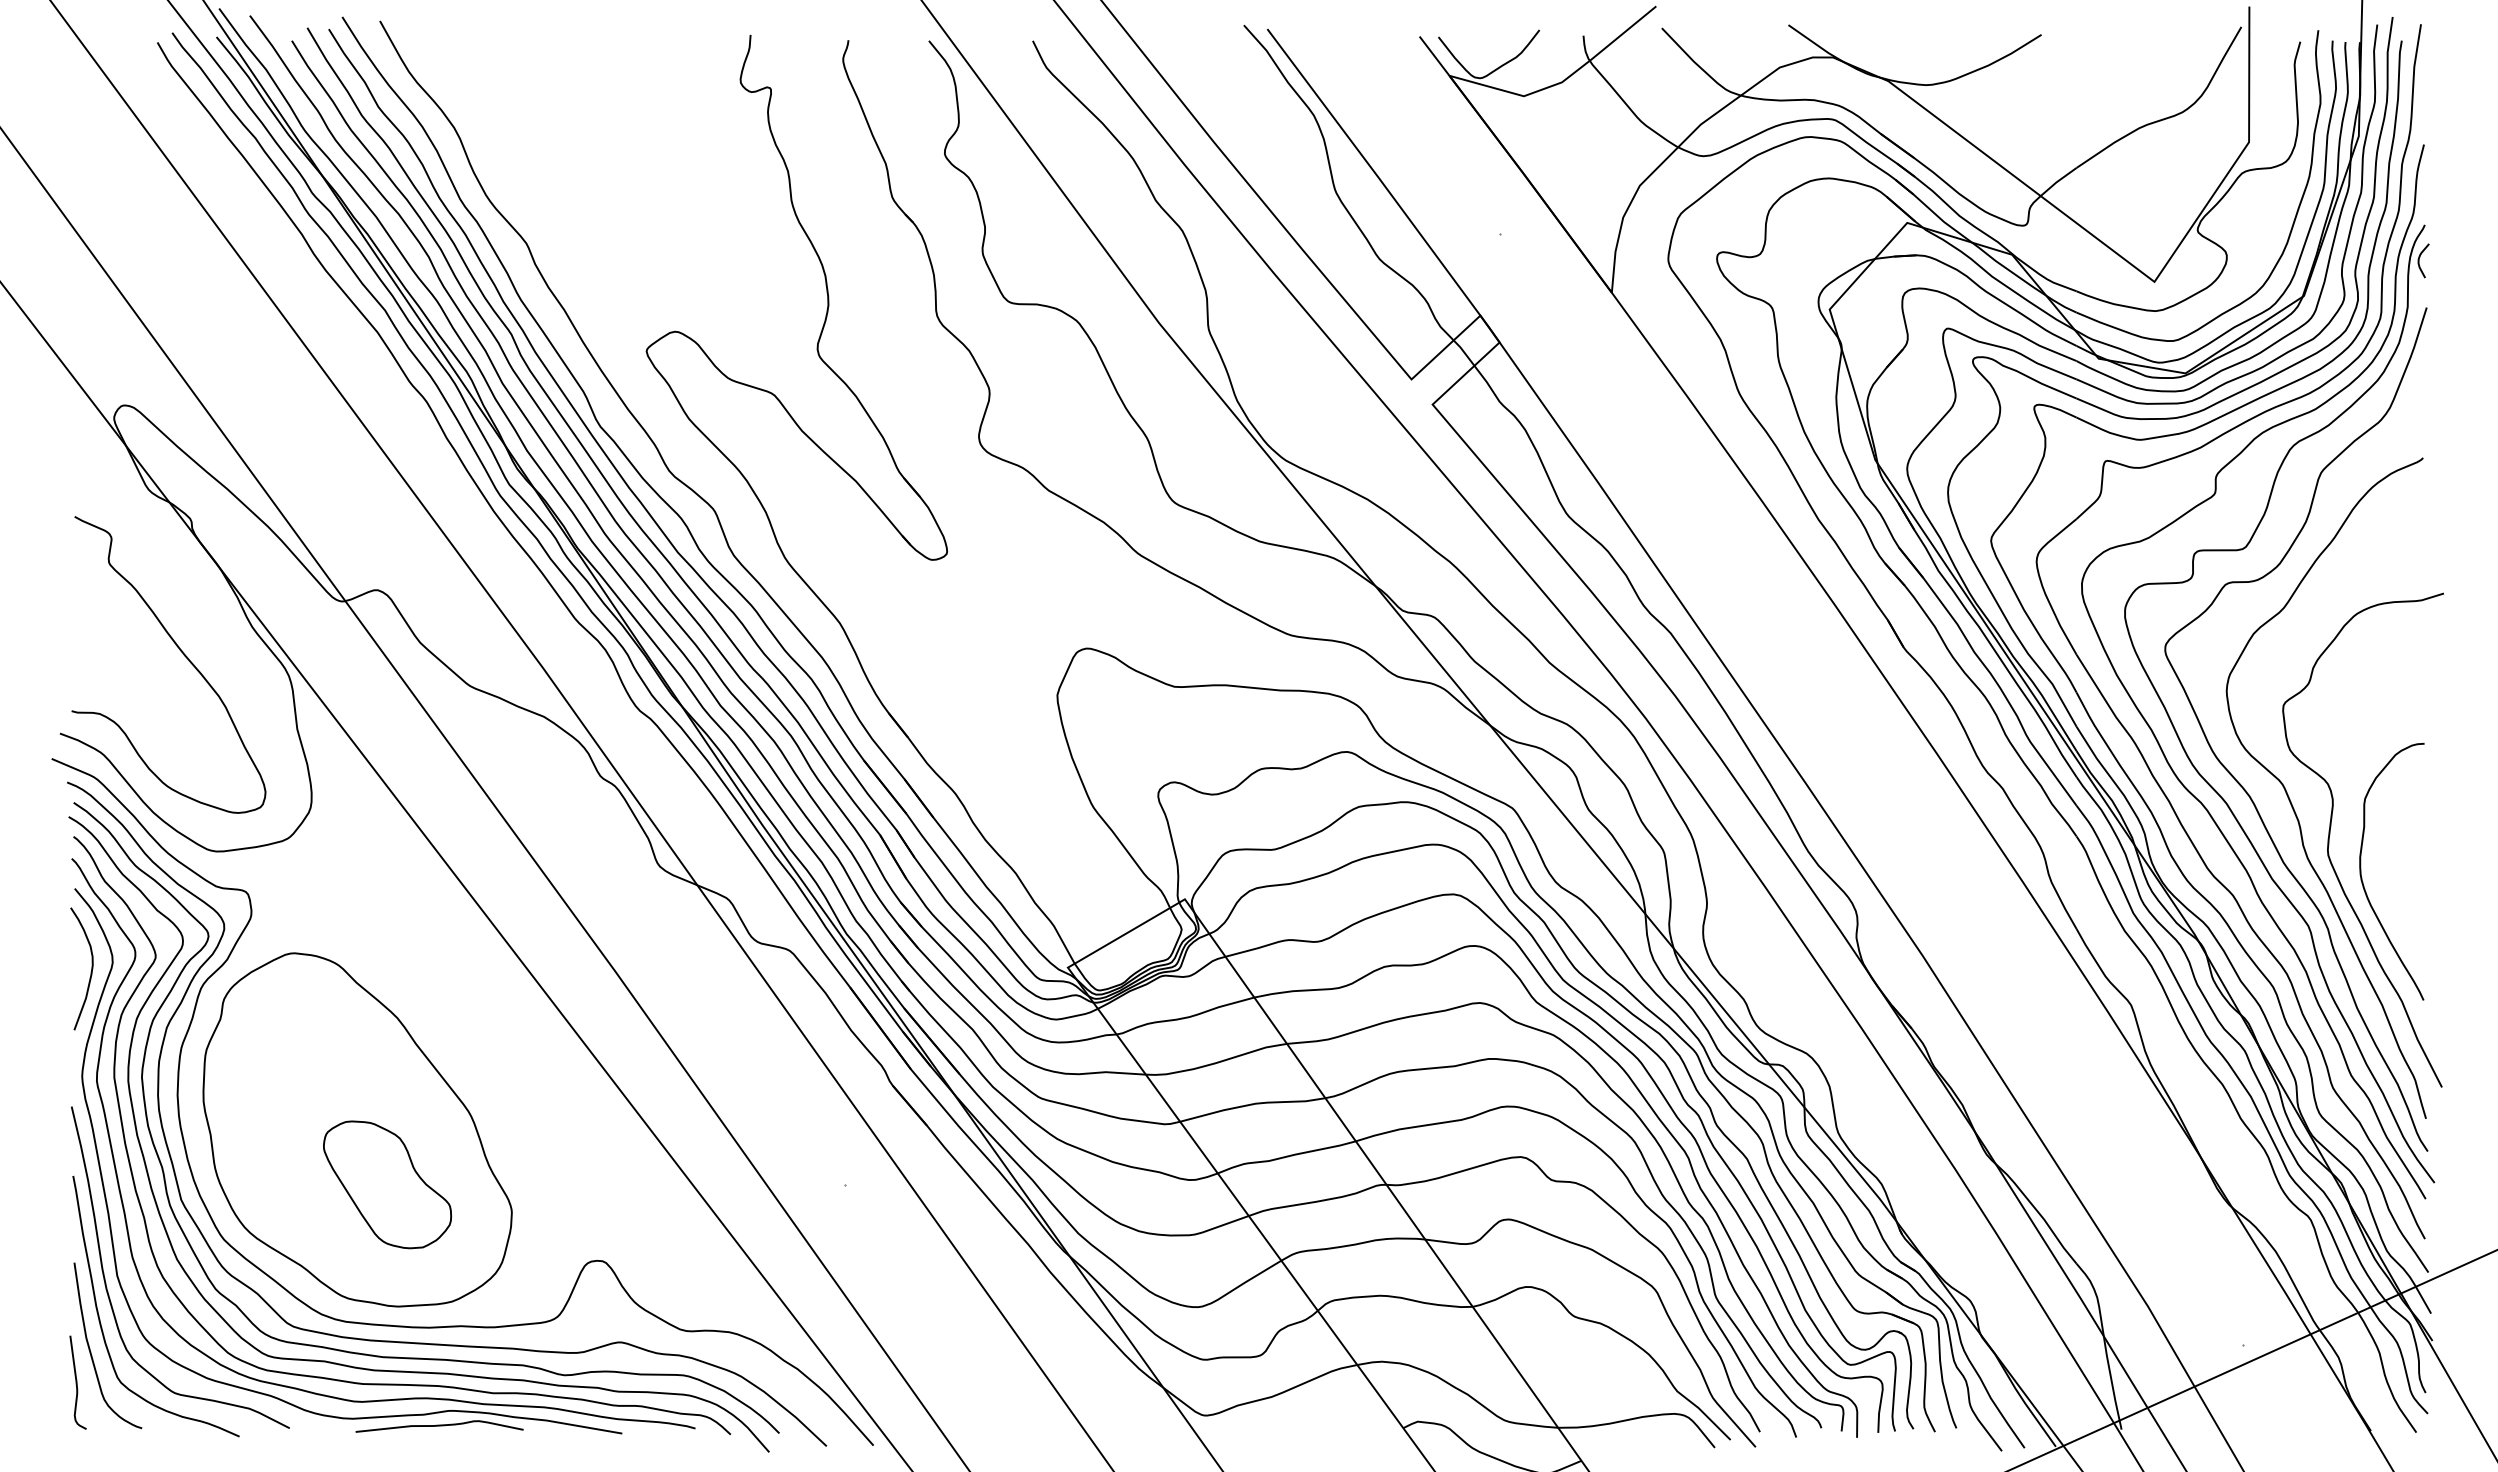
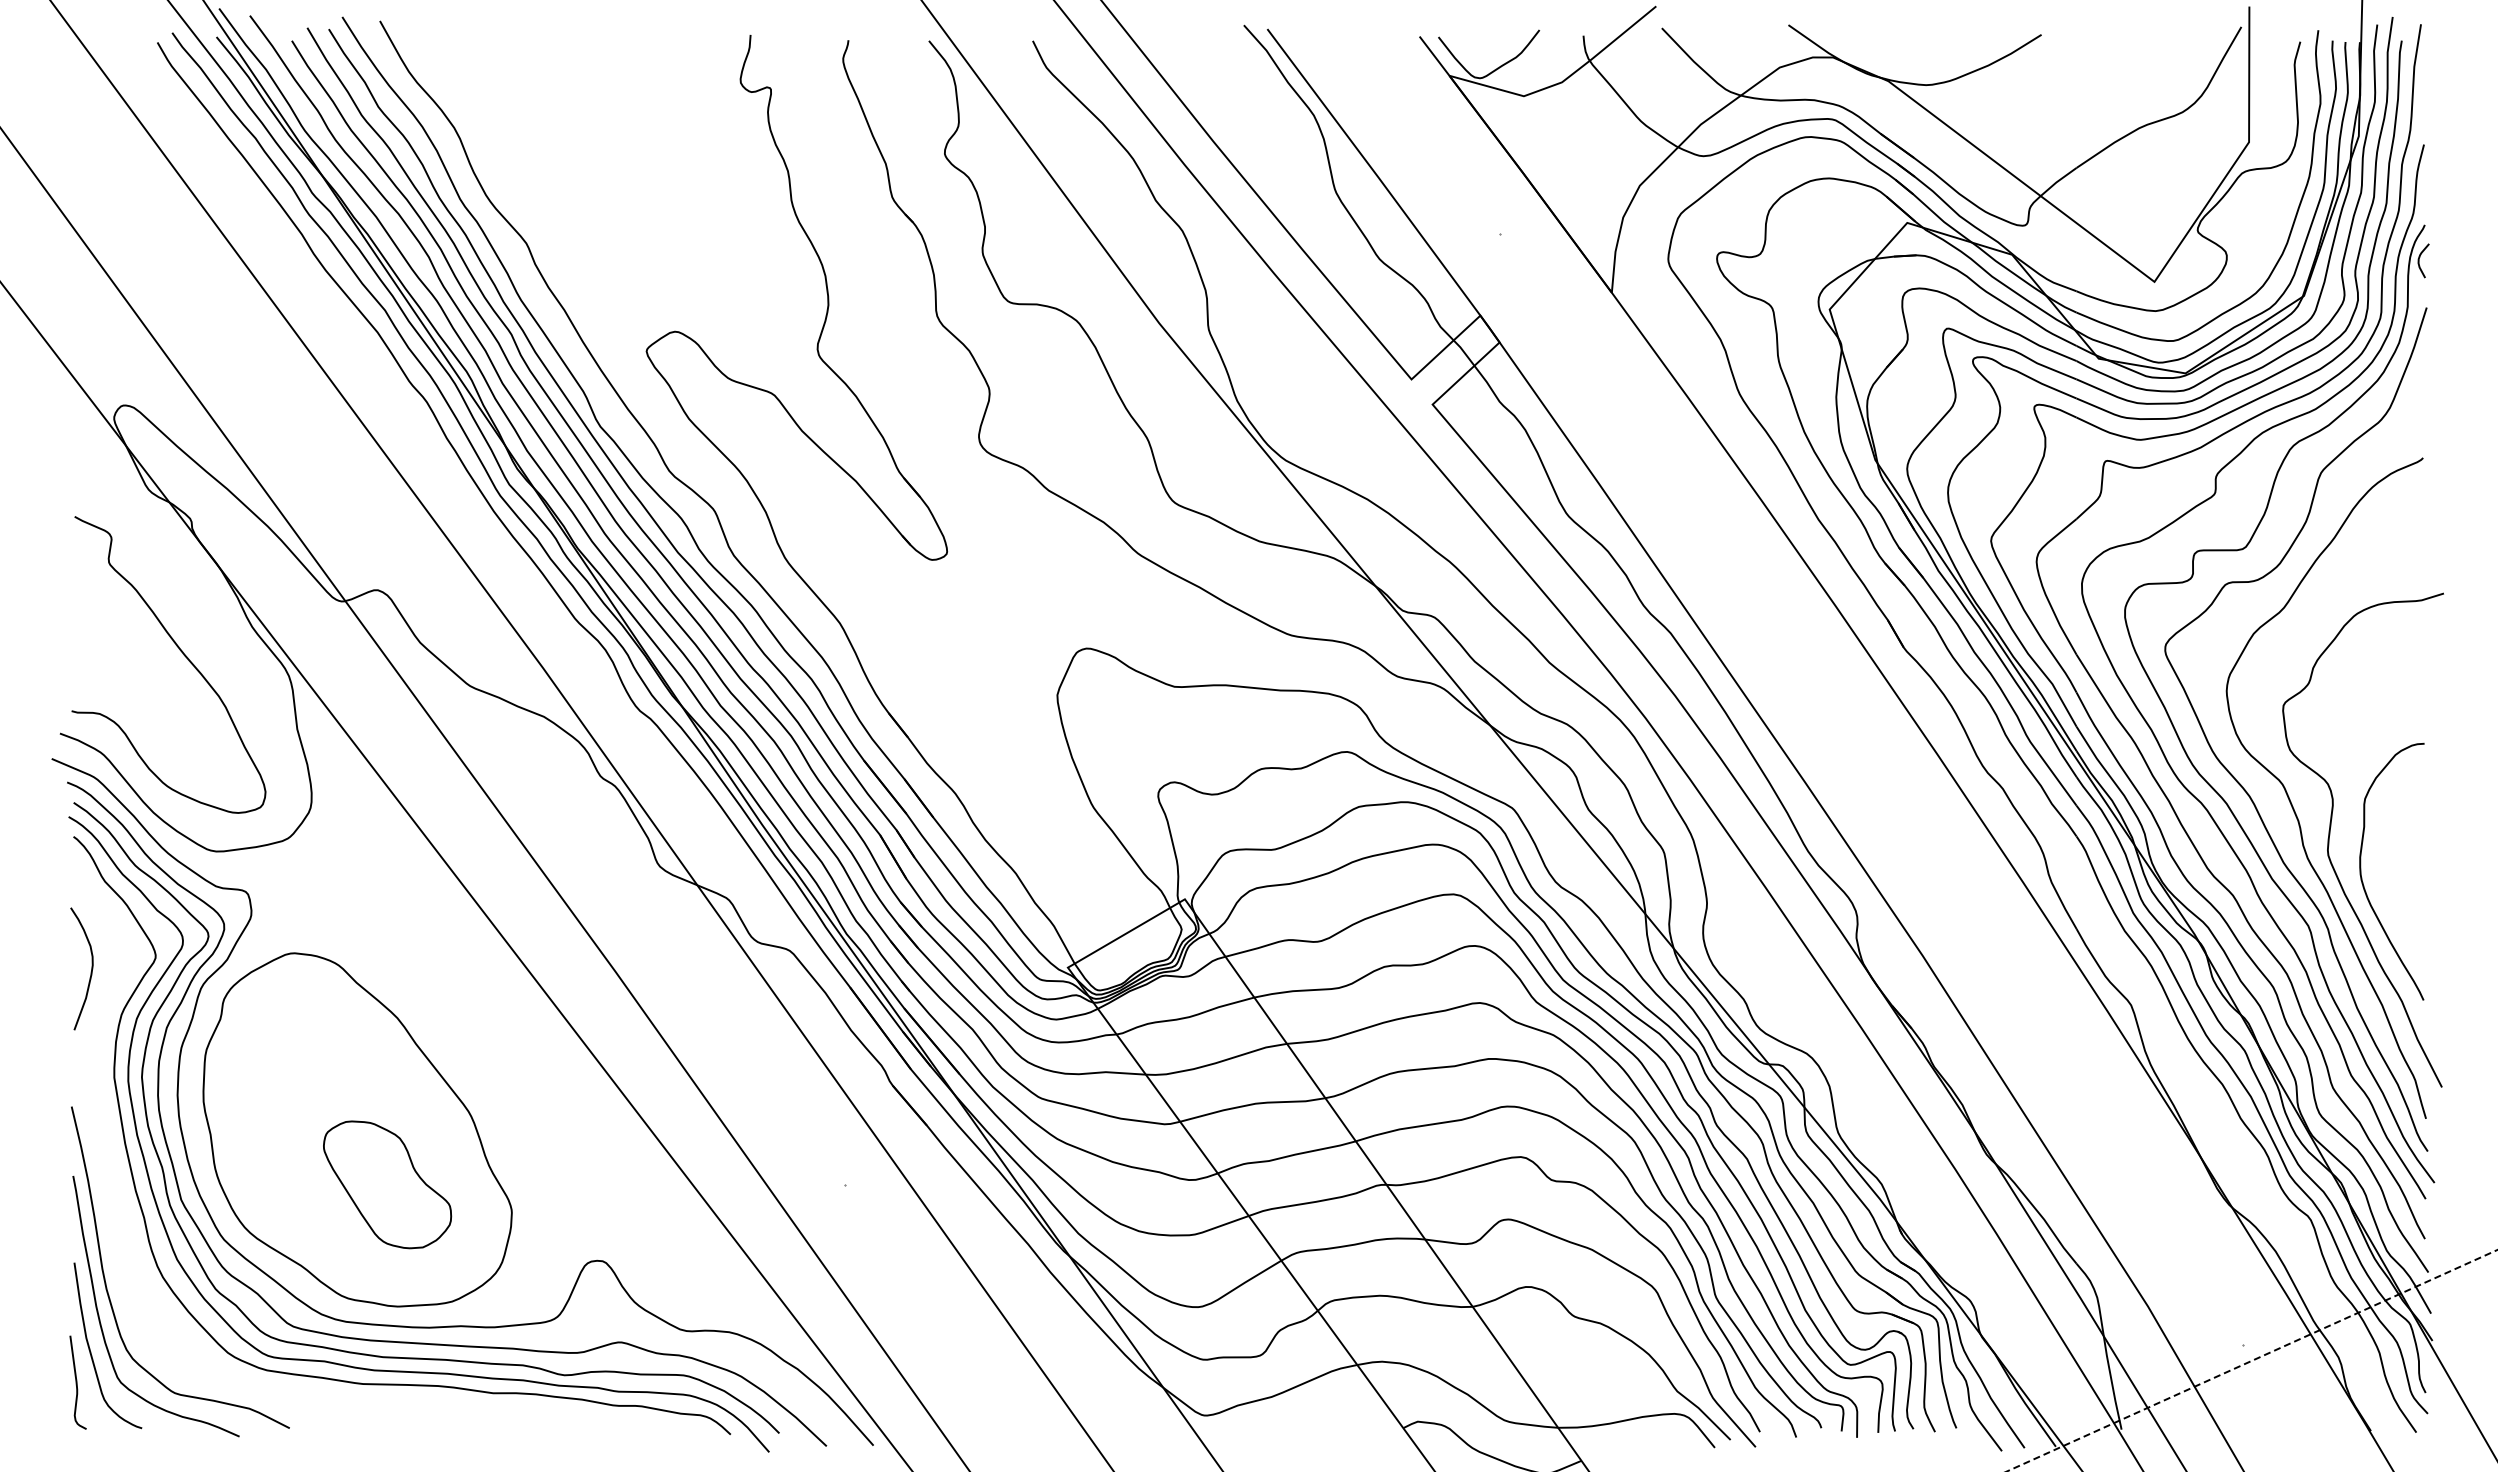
line at (2251, 1360): solid -> dashed
part at (394, 1398): present -> none
